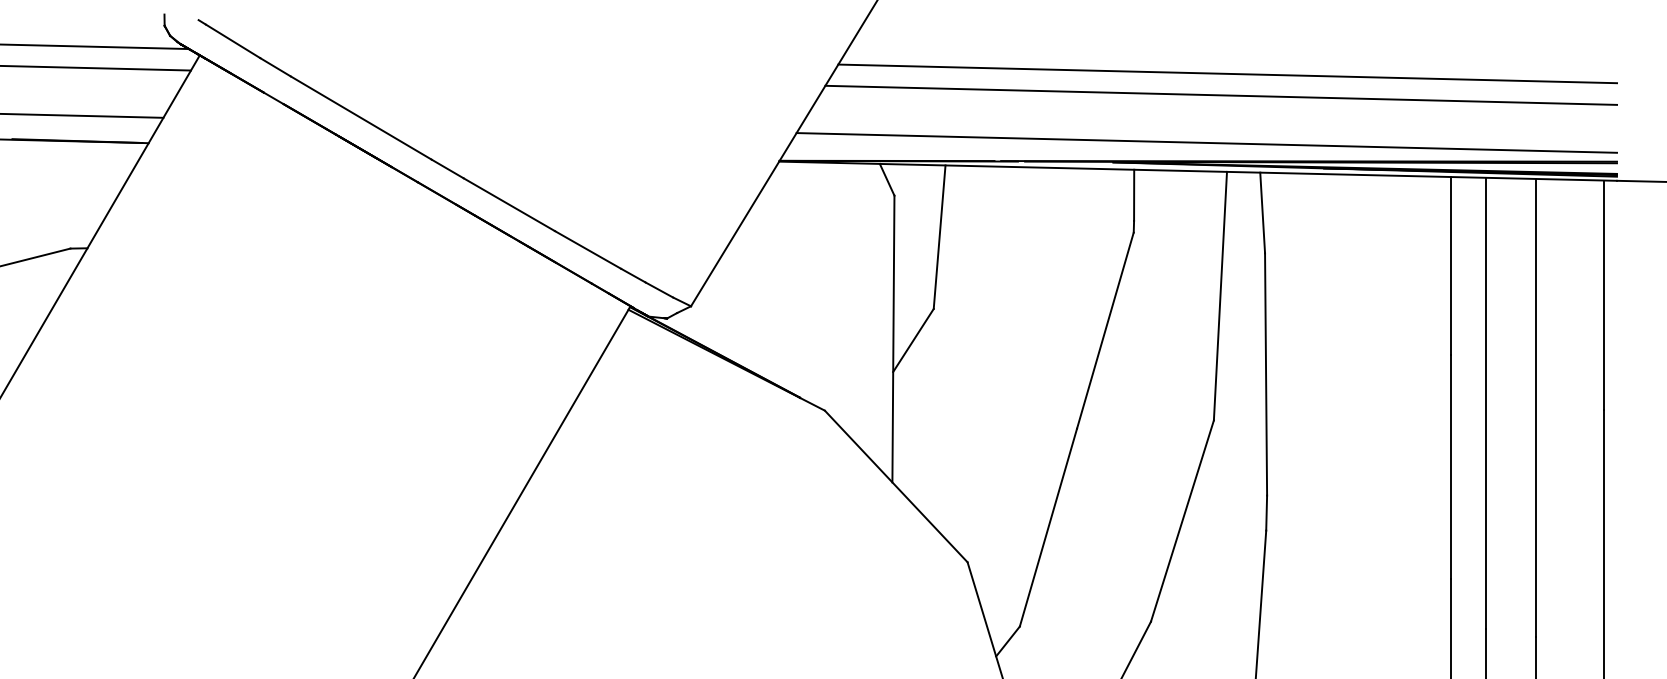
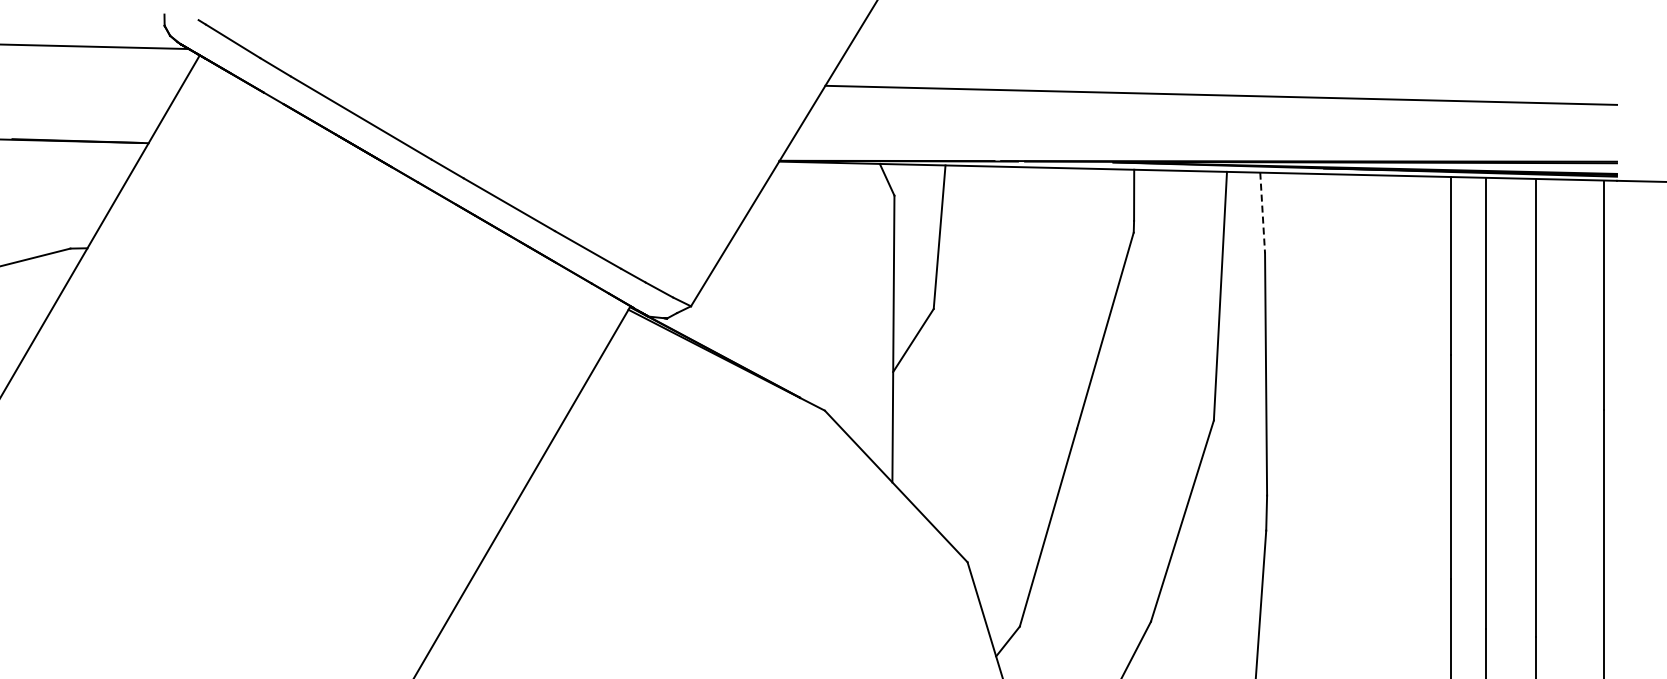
line at (96, 68): present -> none
line at (1227, 73): present -> none
line at (82, 115): present -> none
line at (1206, 142): present -> none
line at (1262, 213): solid -> dashed
